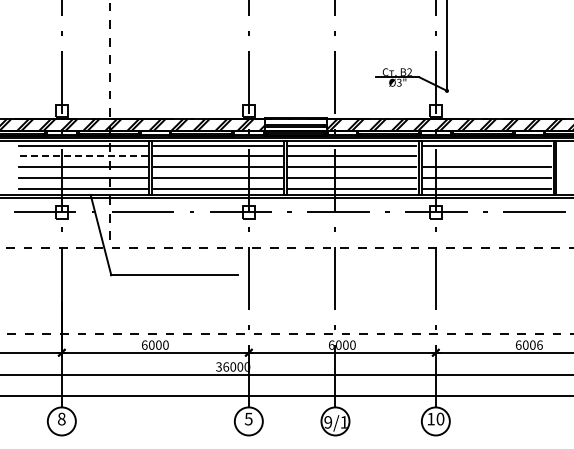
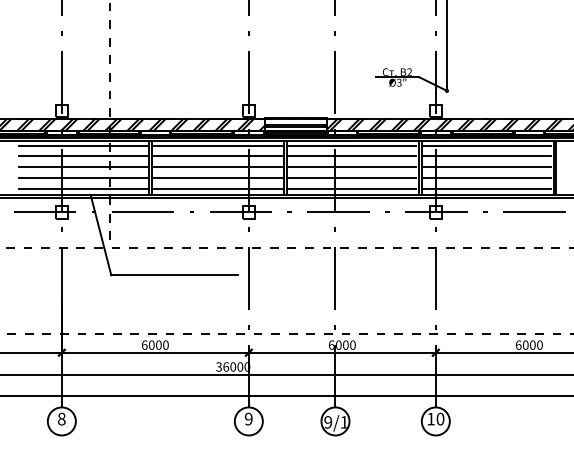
line at (82, 156): dashed -> solid
line at (486, 156): none -> present
text at (539, 344): 6006 -> 6000
text at (248, 418): 5 -> 9
